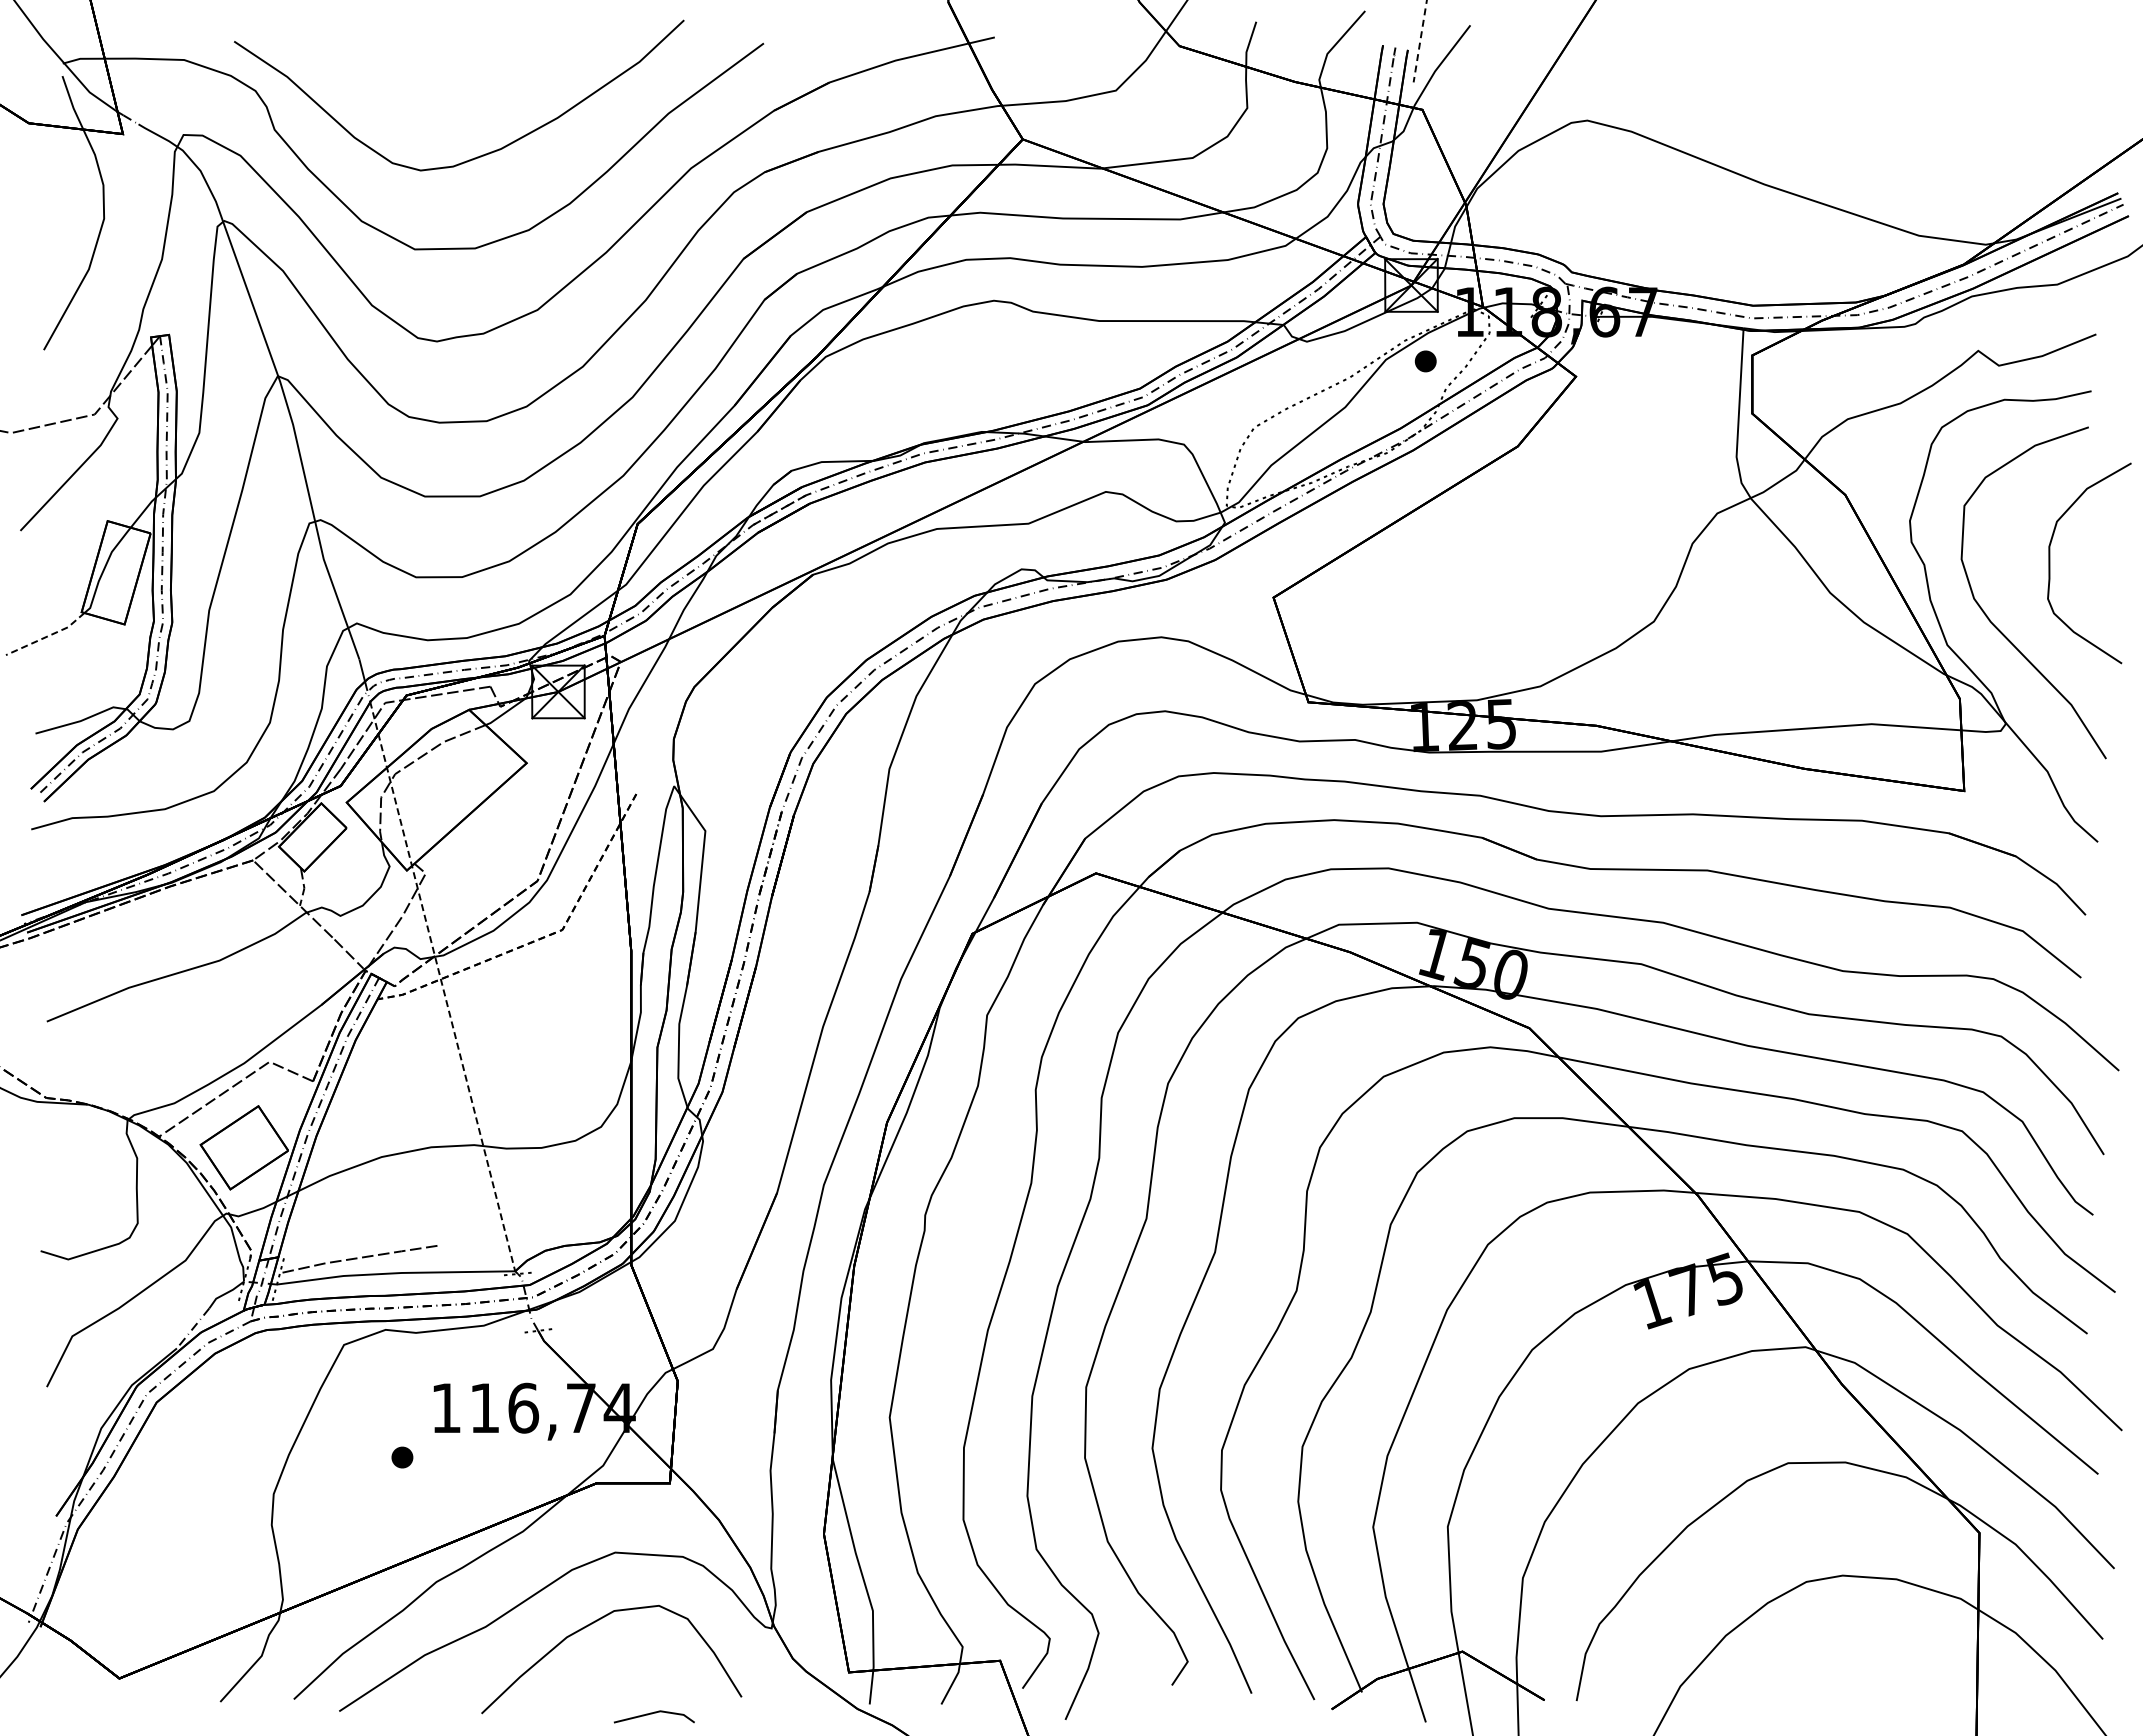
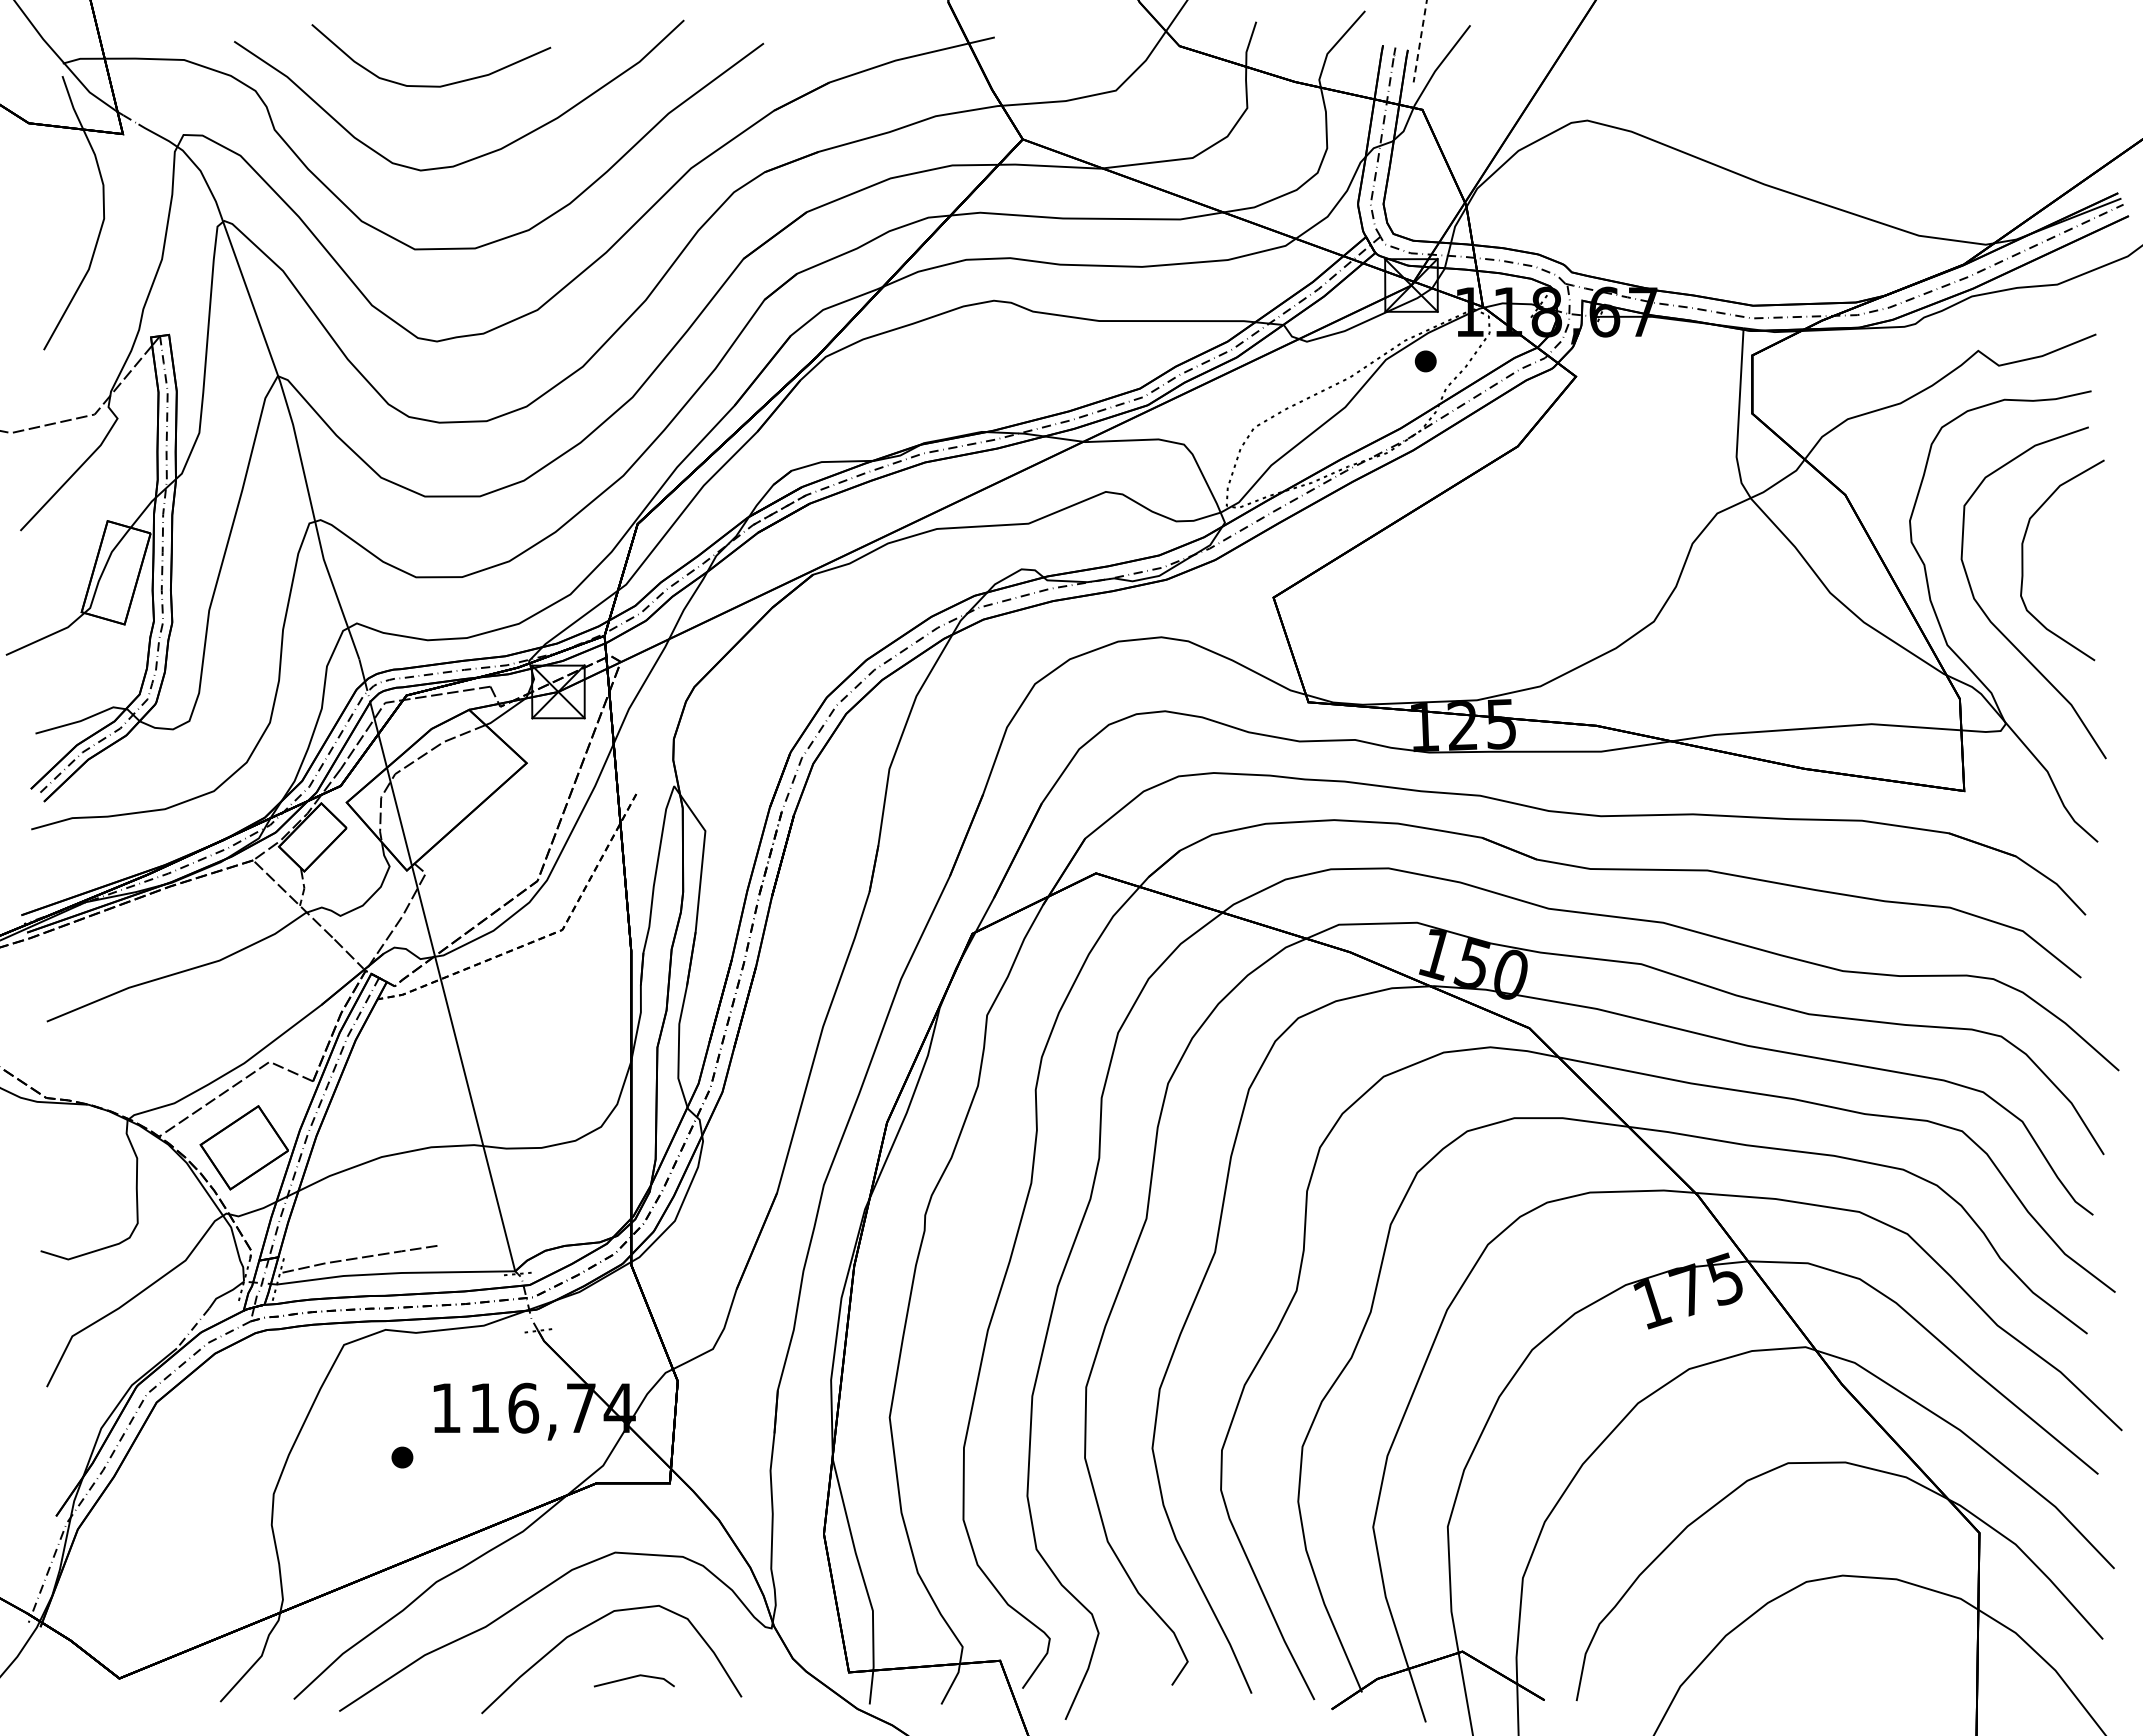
curve at (431, 85): none -> present
curve at (2050, 563) position: (2050, 563) -> (2023, 560)
line at (47, 636): dashed -> solid
line at (442, 986): dashed -> solid
line at (652, 1714) position: (652, 1714) -> (632, 1678)
